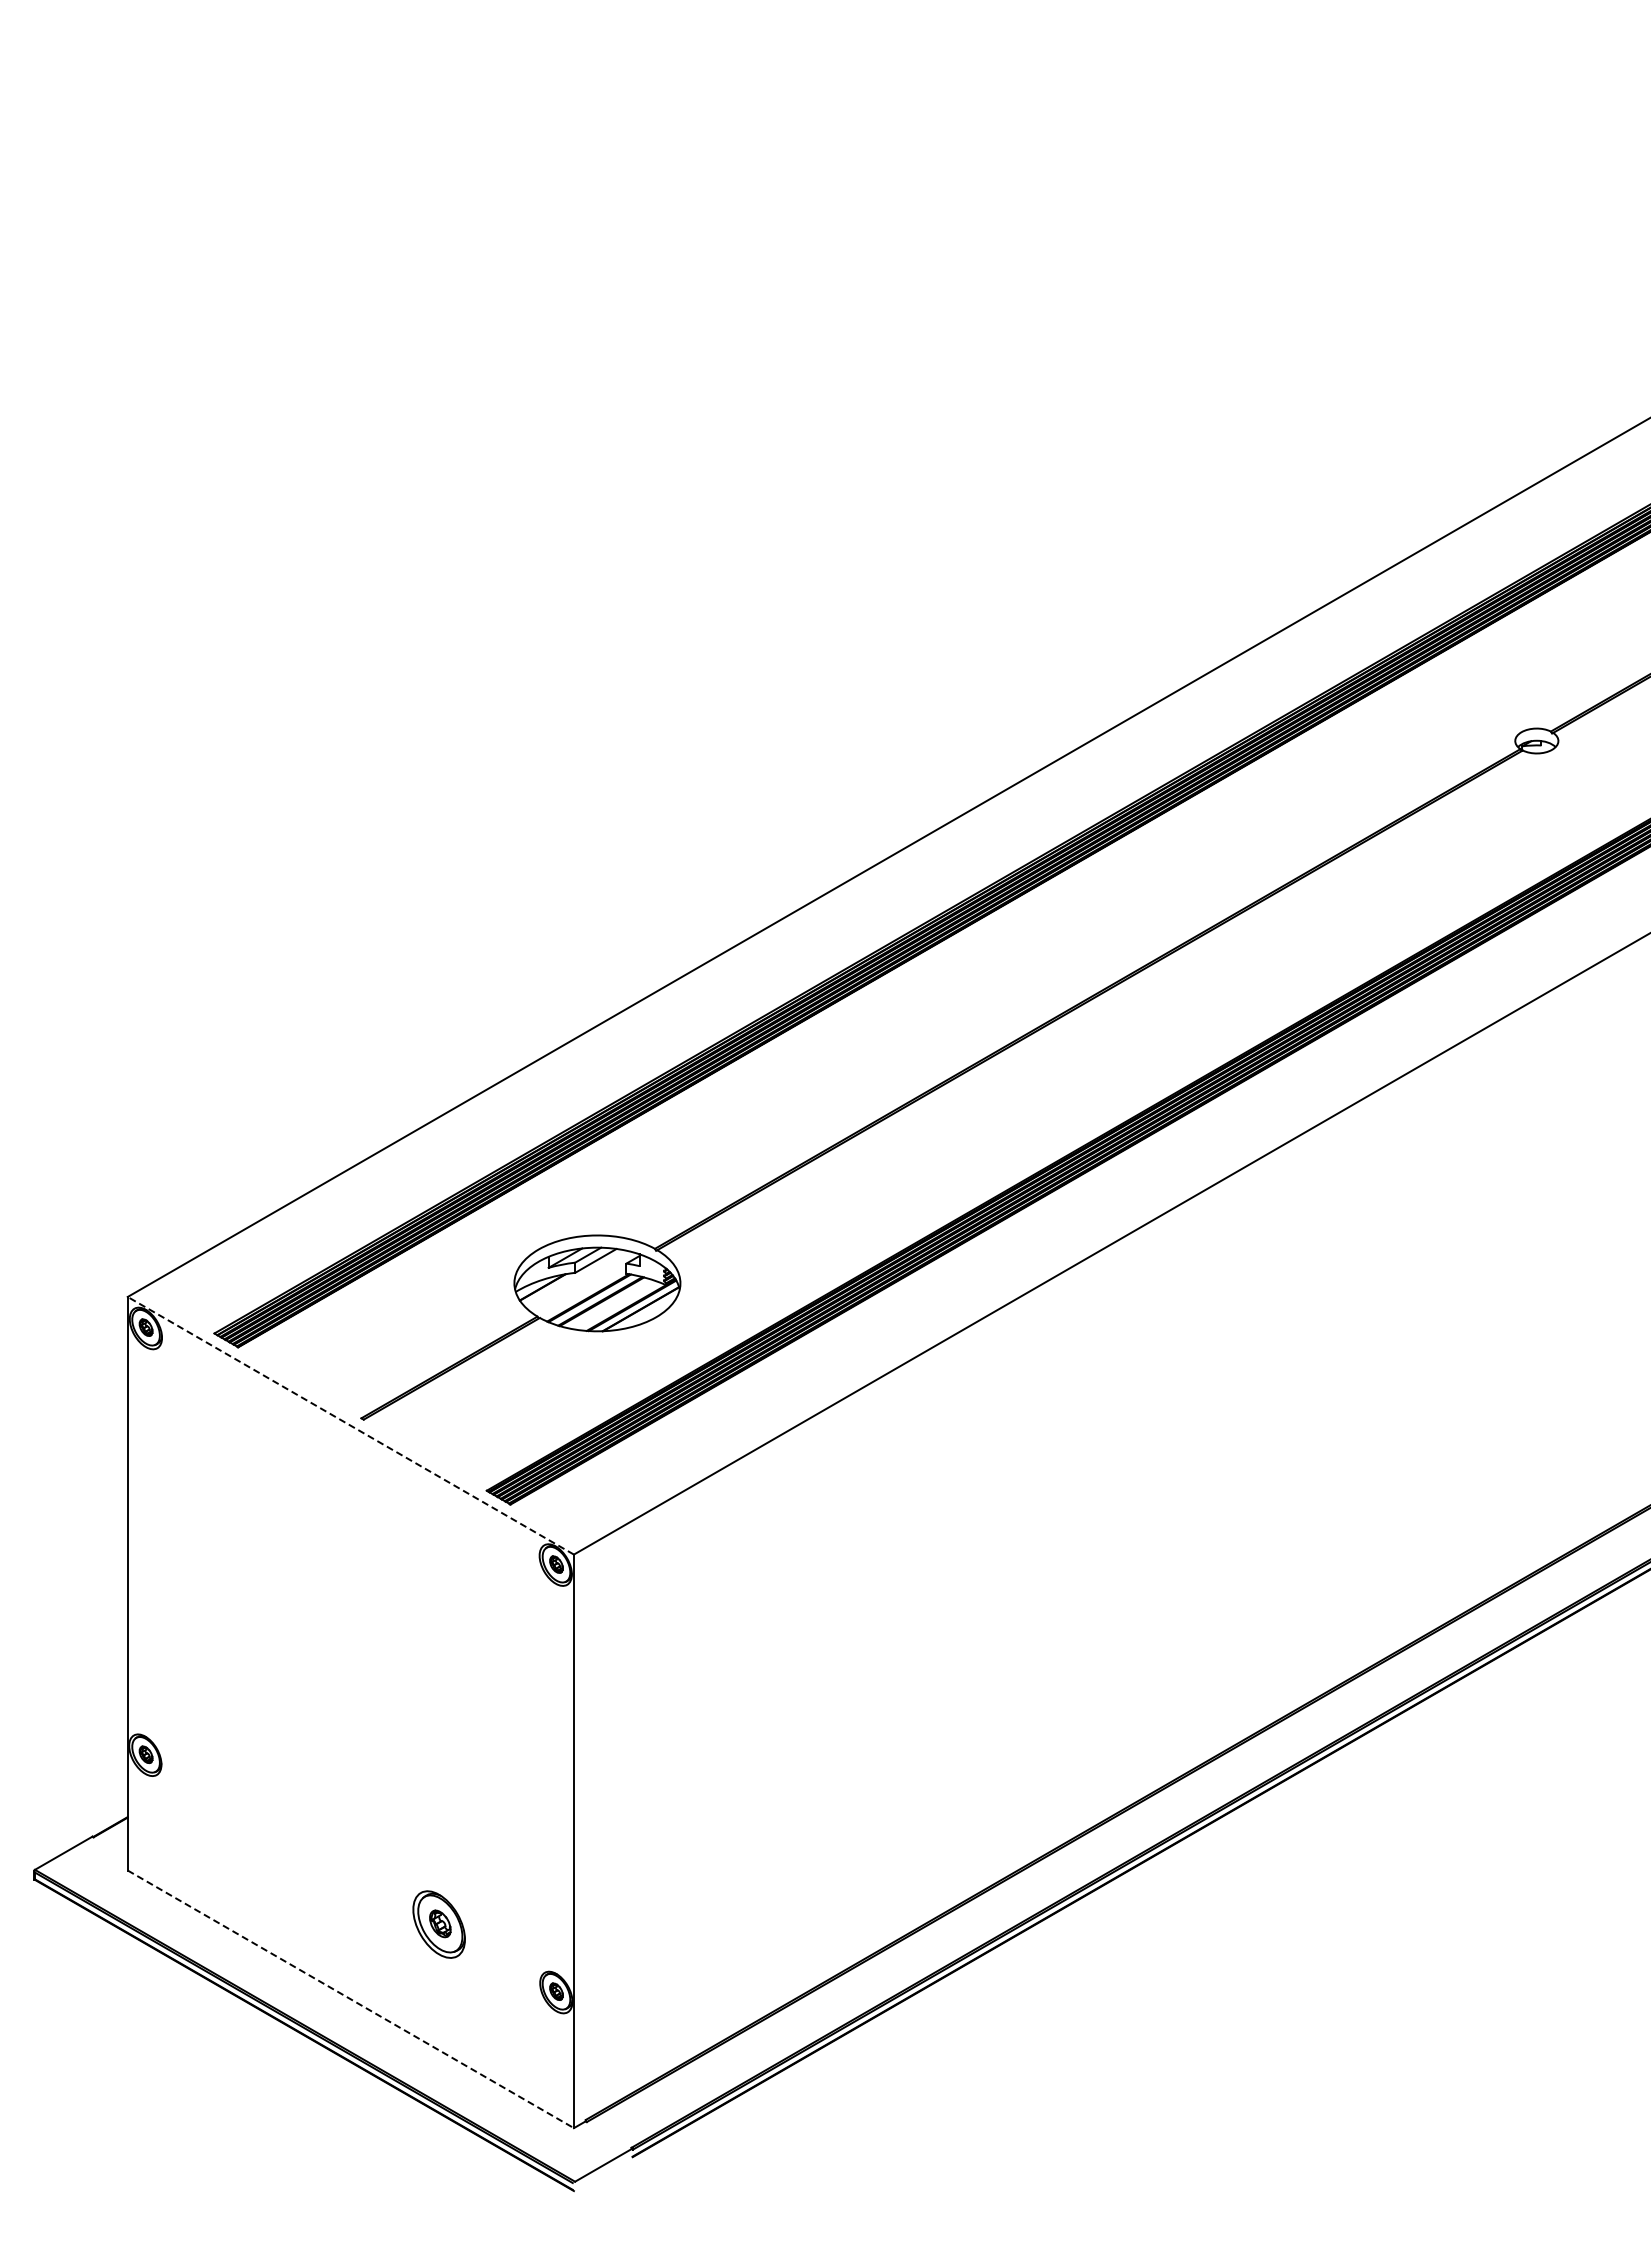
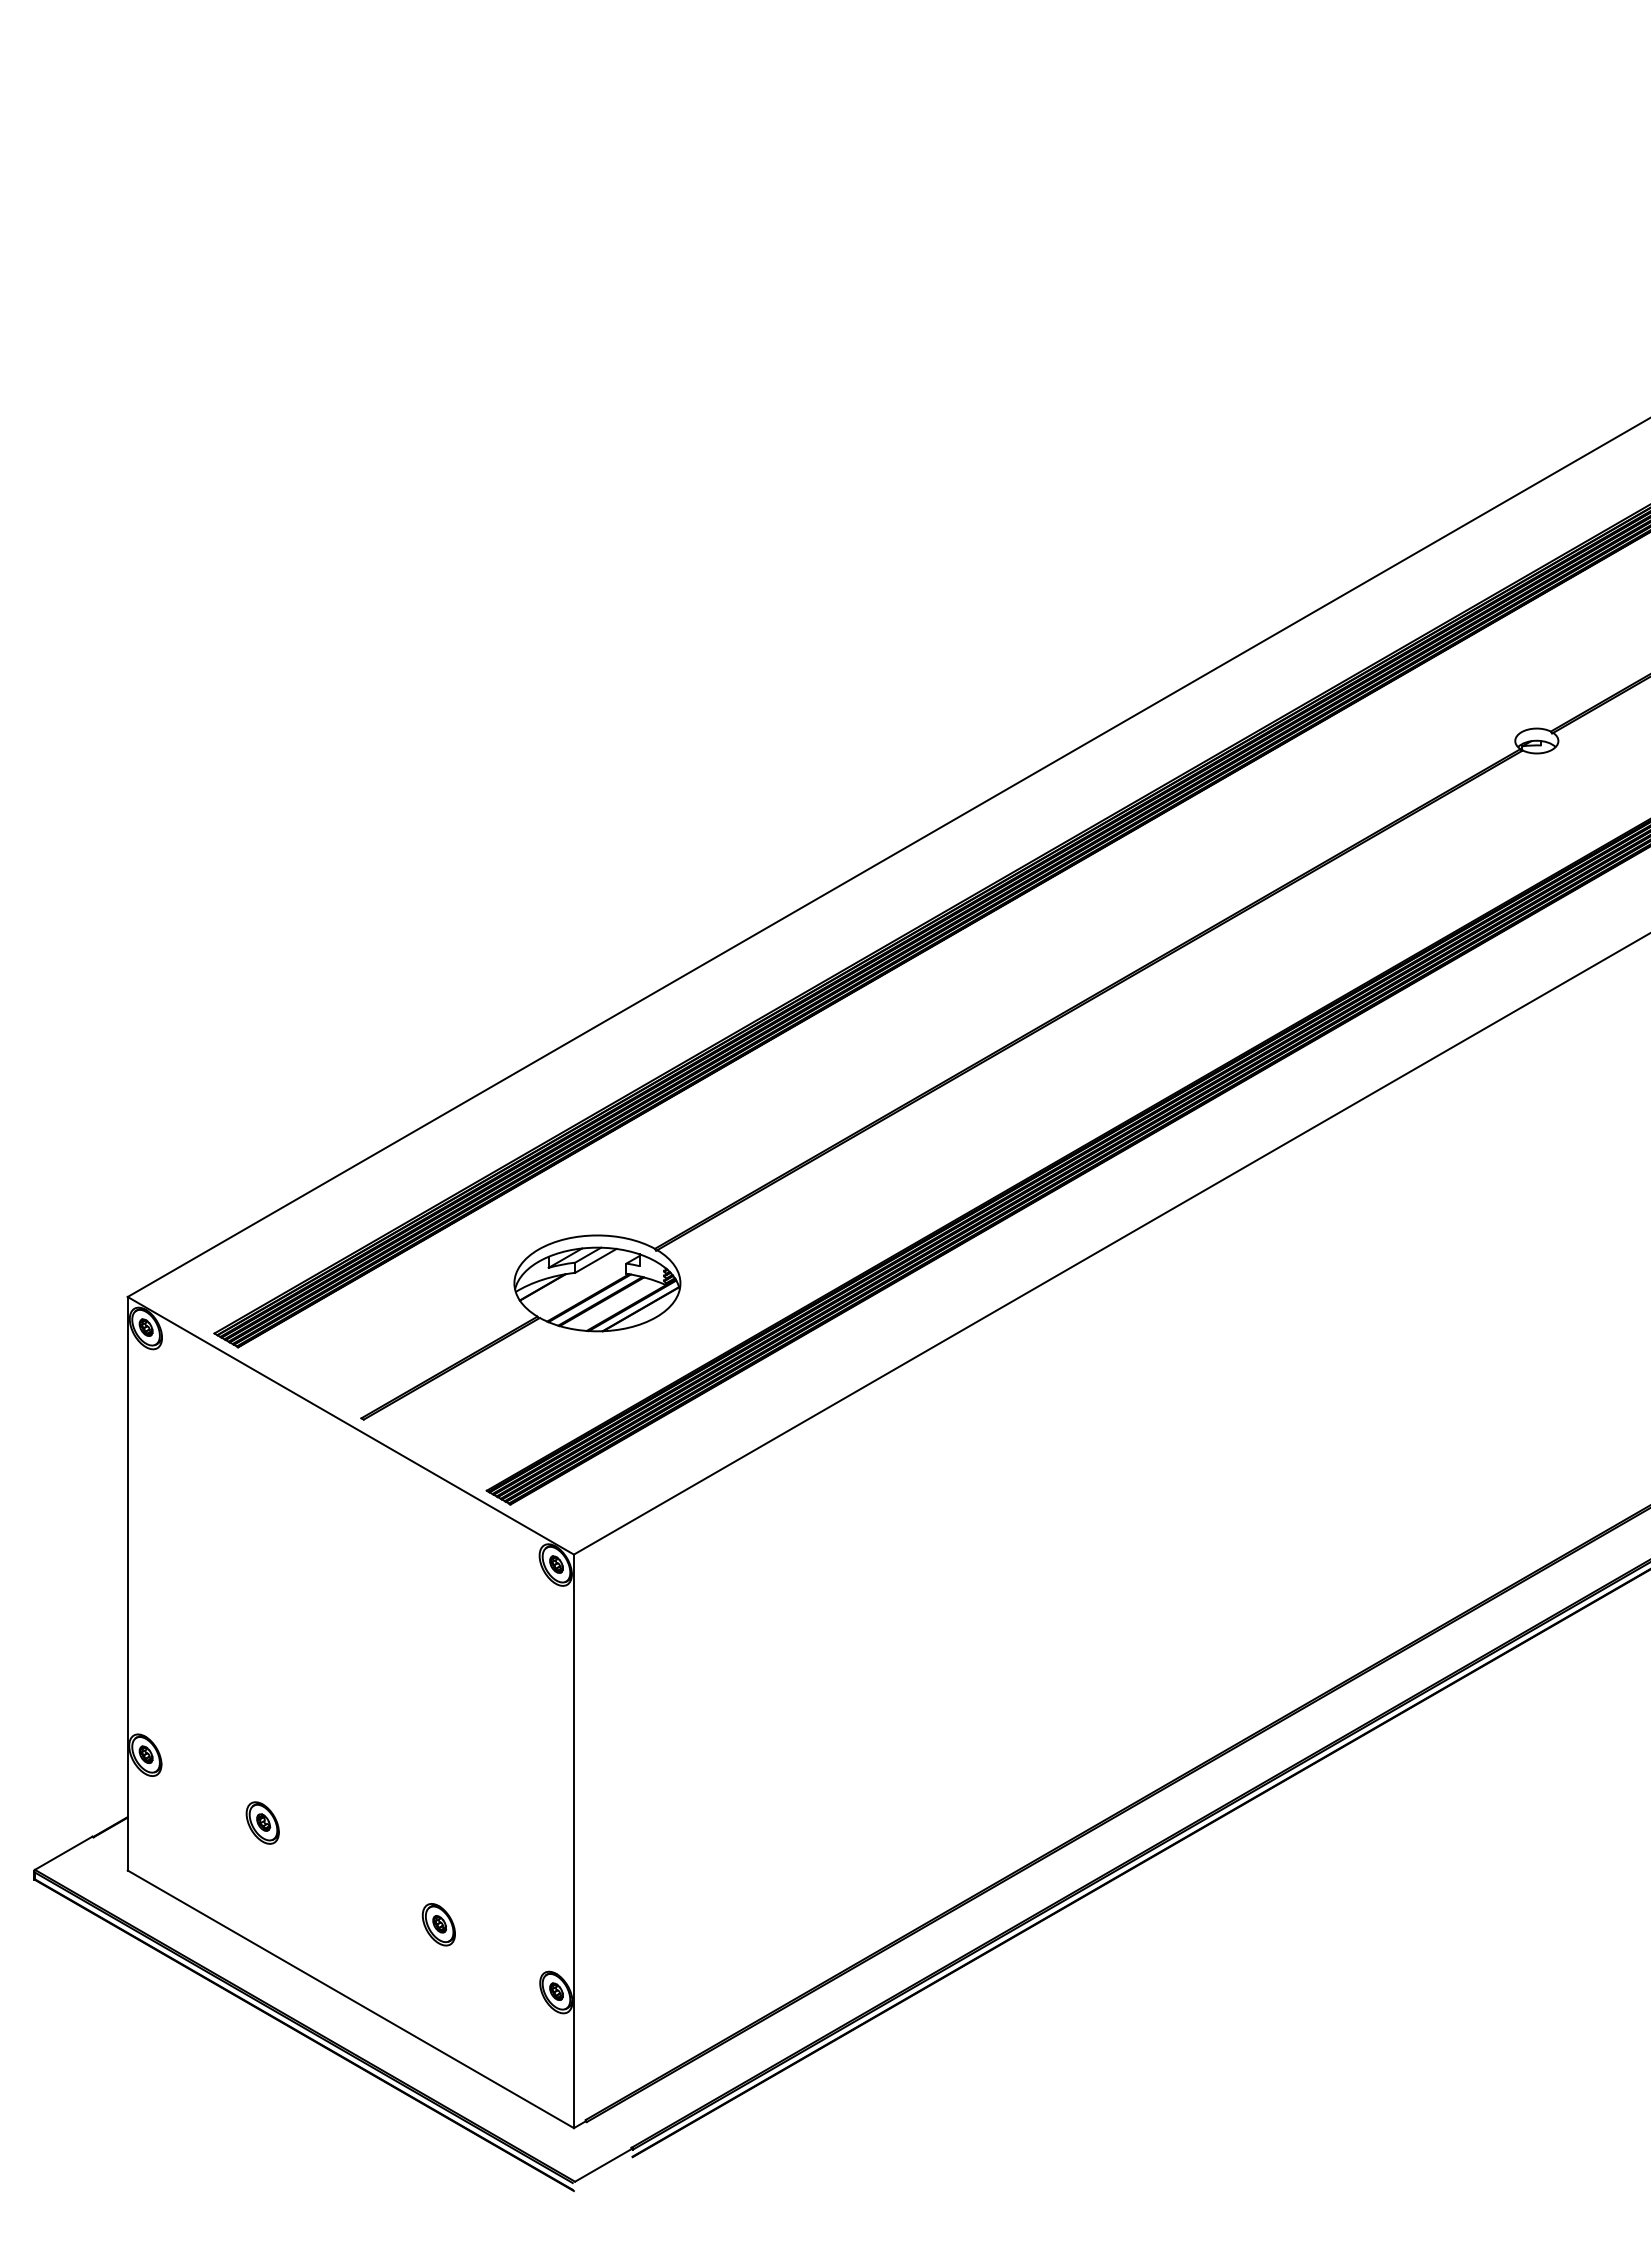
line at (350, 1425): dashed -> solid
part at (262, 1822): none -> present
part at (438, 1924) size: 54x69 px -> 35x44 px
line at (350, 1999): dashed -> solid
